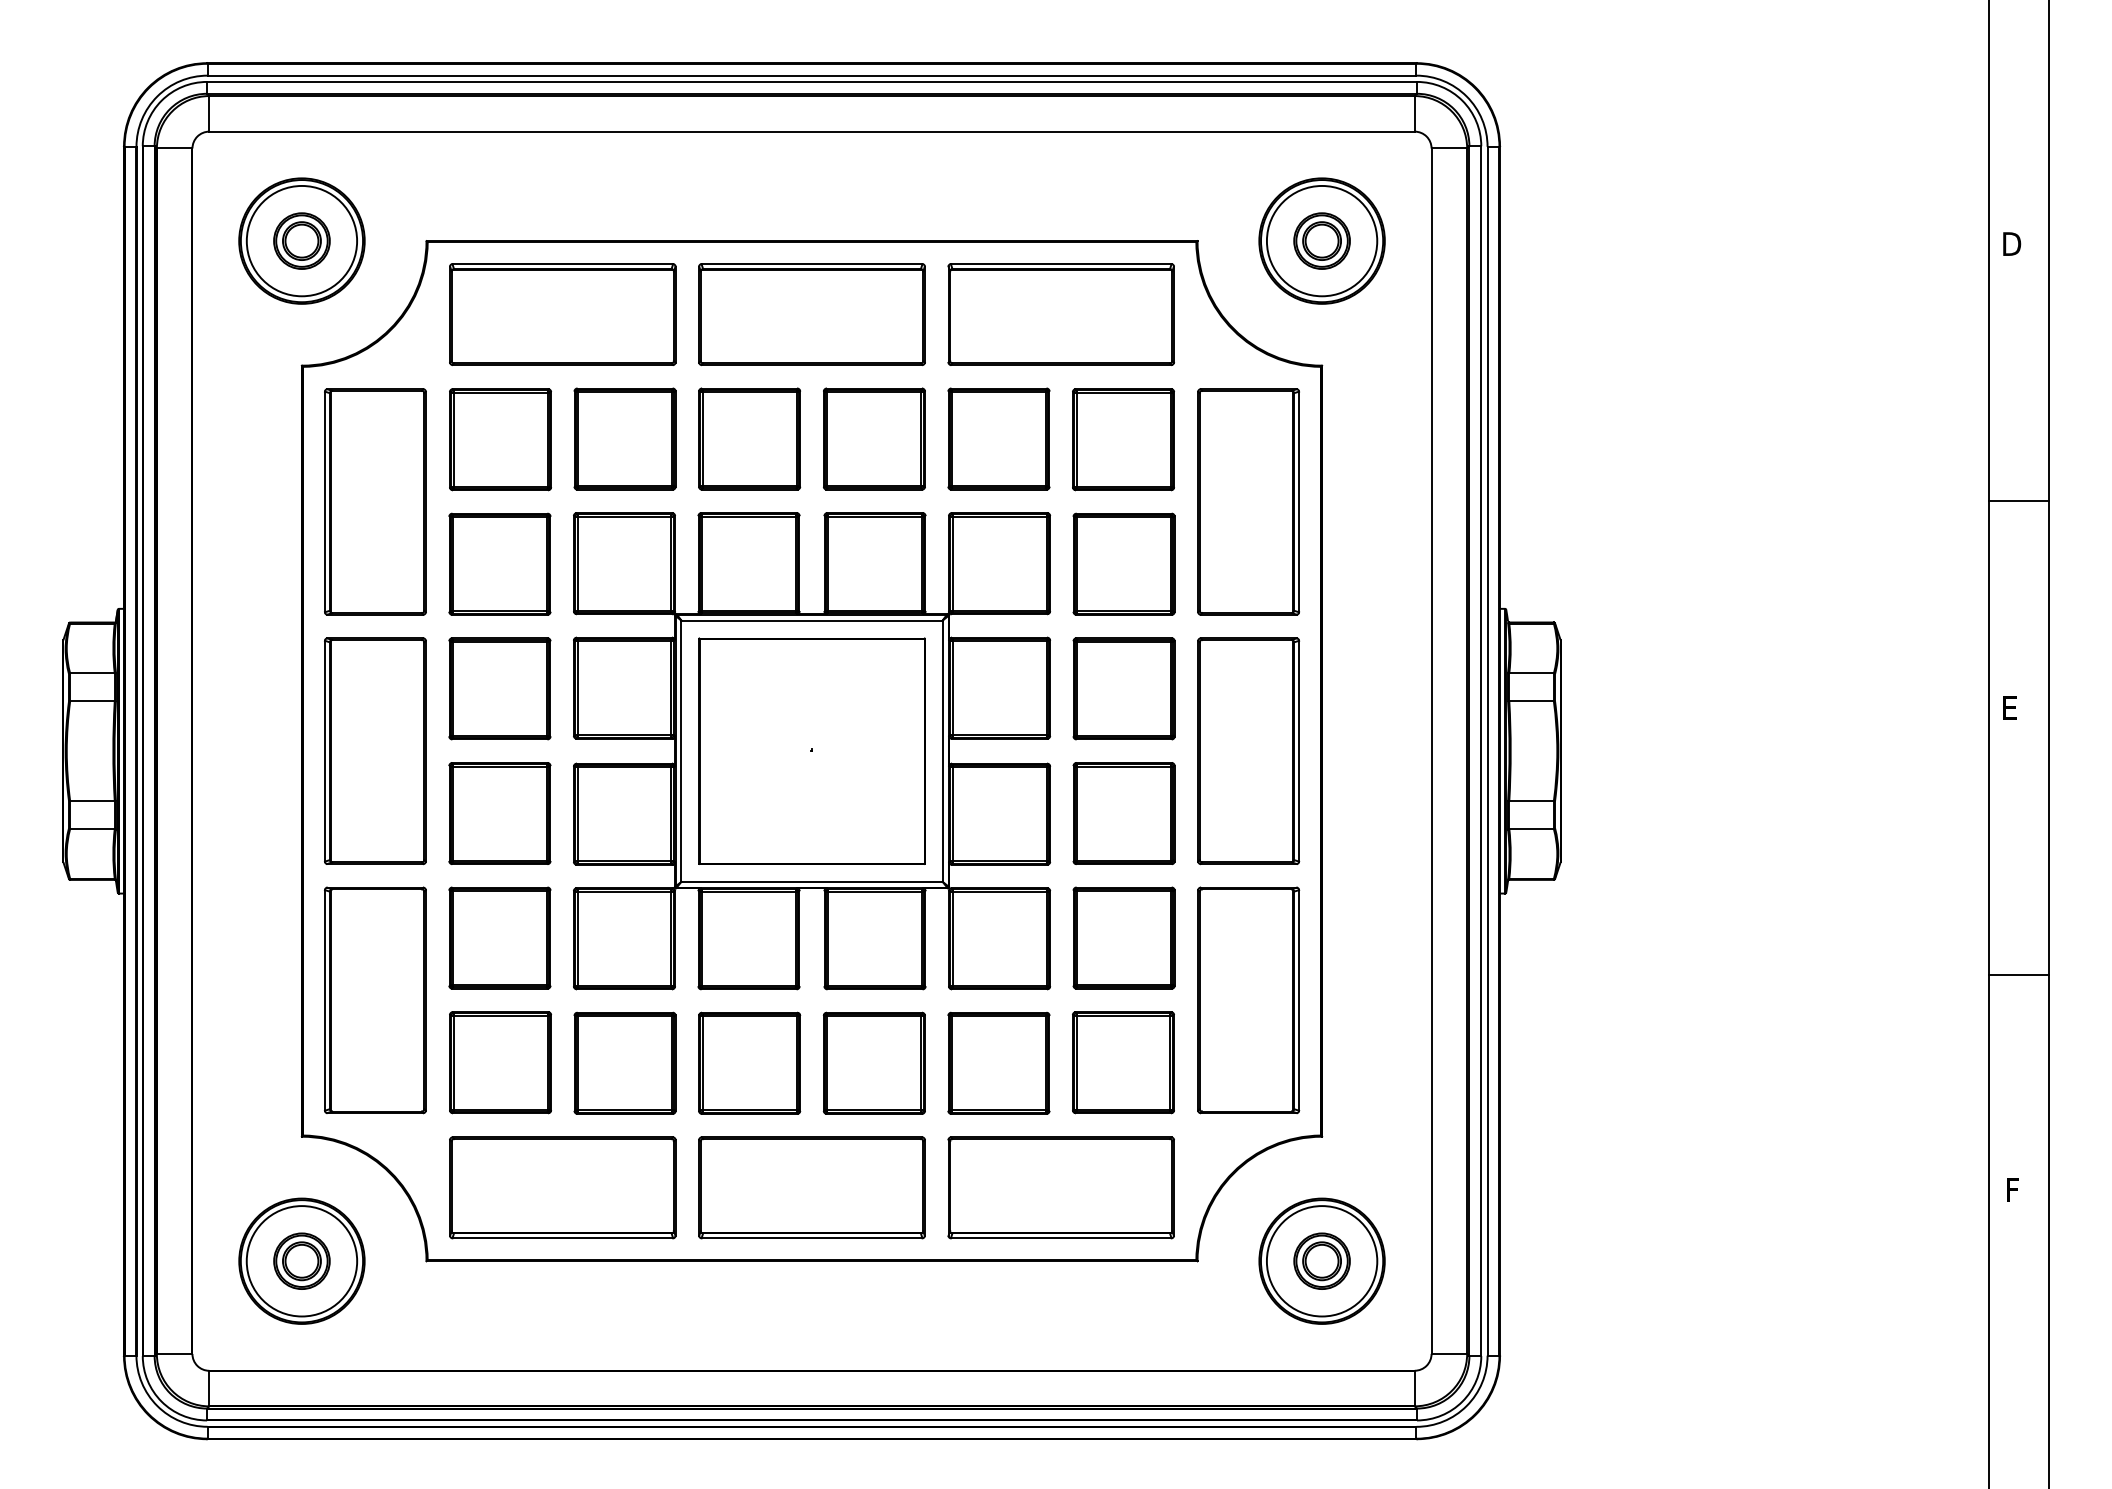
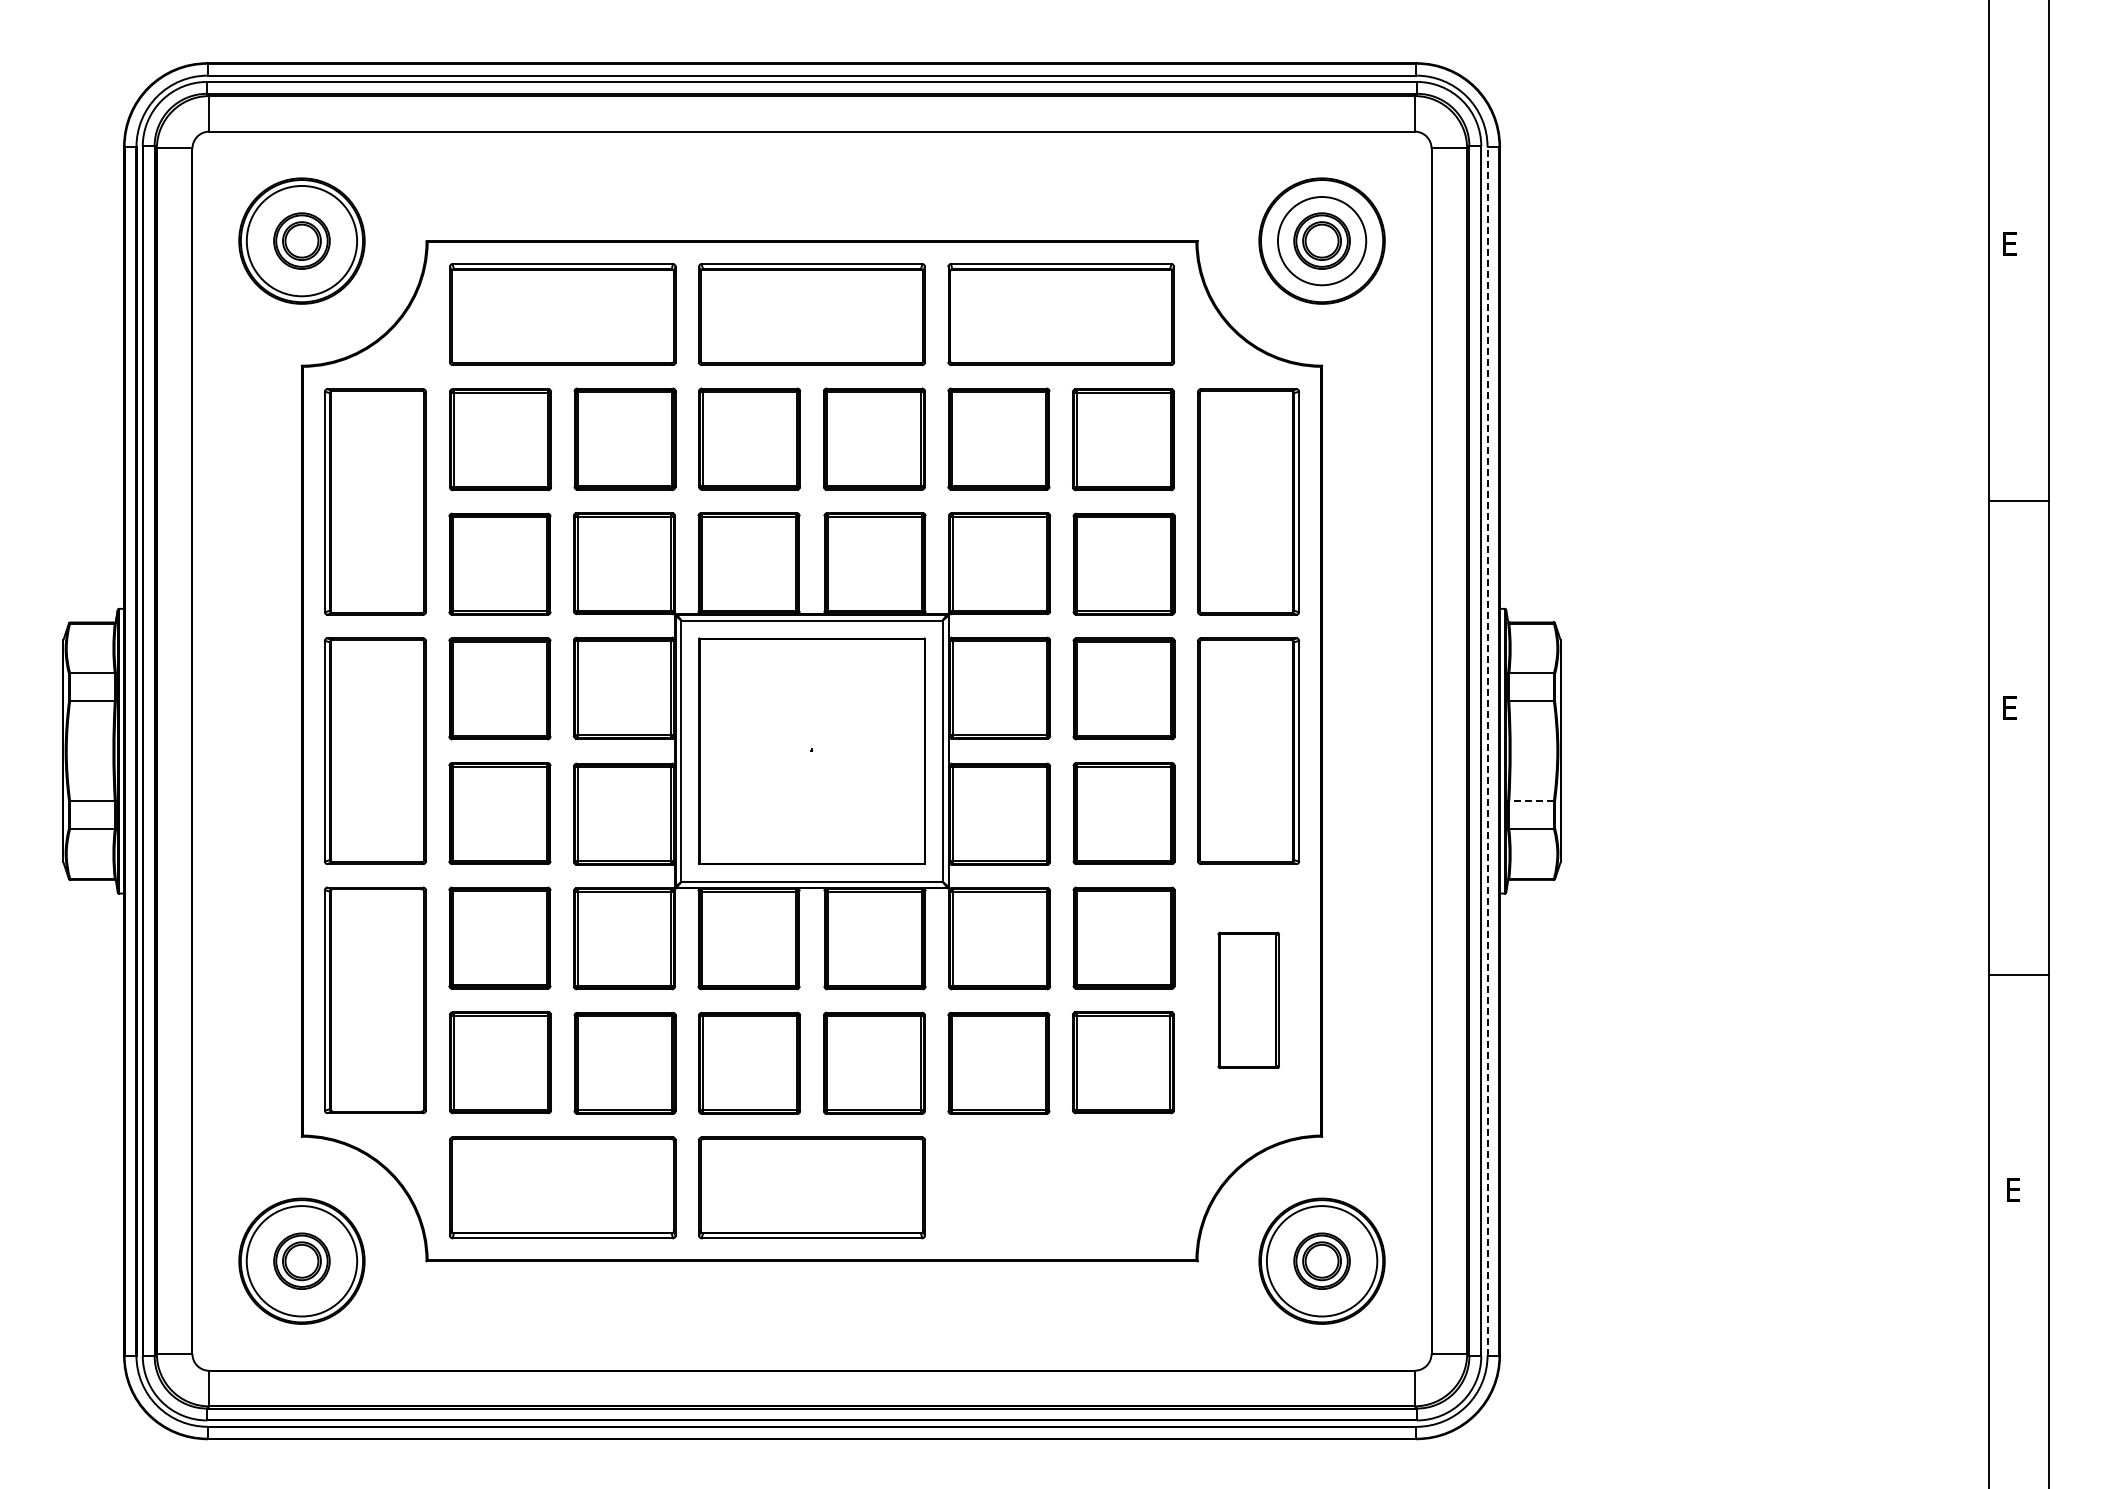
circle at (1321, 240) diameter: 110 px -> 88 px
text at (2012, 243): D -> E
line at (1487, 750): solid -> dashed
line at (1531, 801): solid -> dashed
part at (1248, 1000) size: 104x229 px -> 64x138 px
part at (1060, 1187): present -> none
text at (2014, 1189): F -> E
